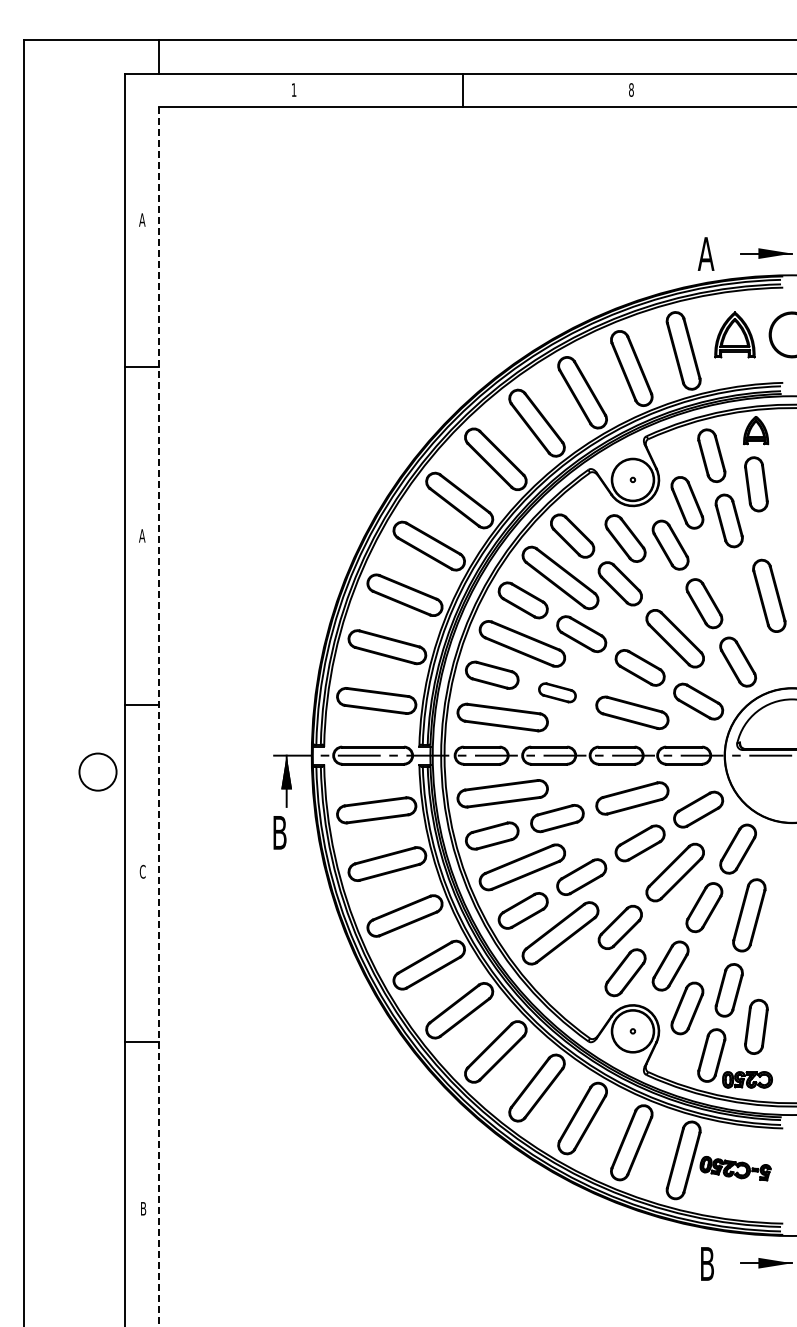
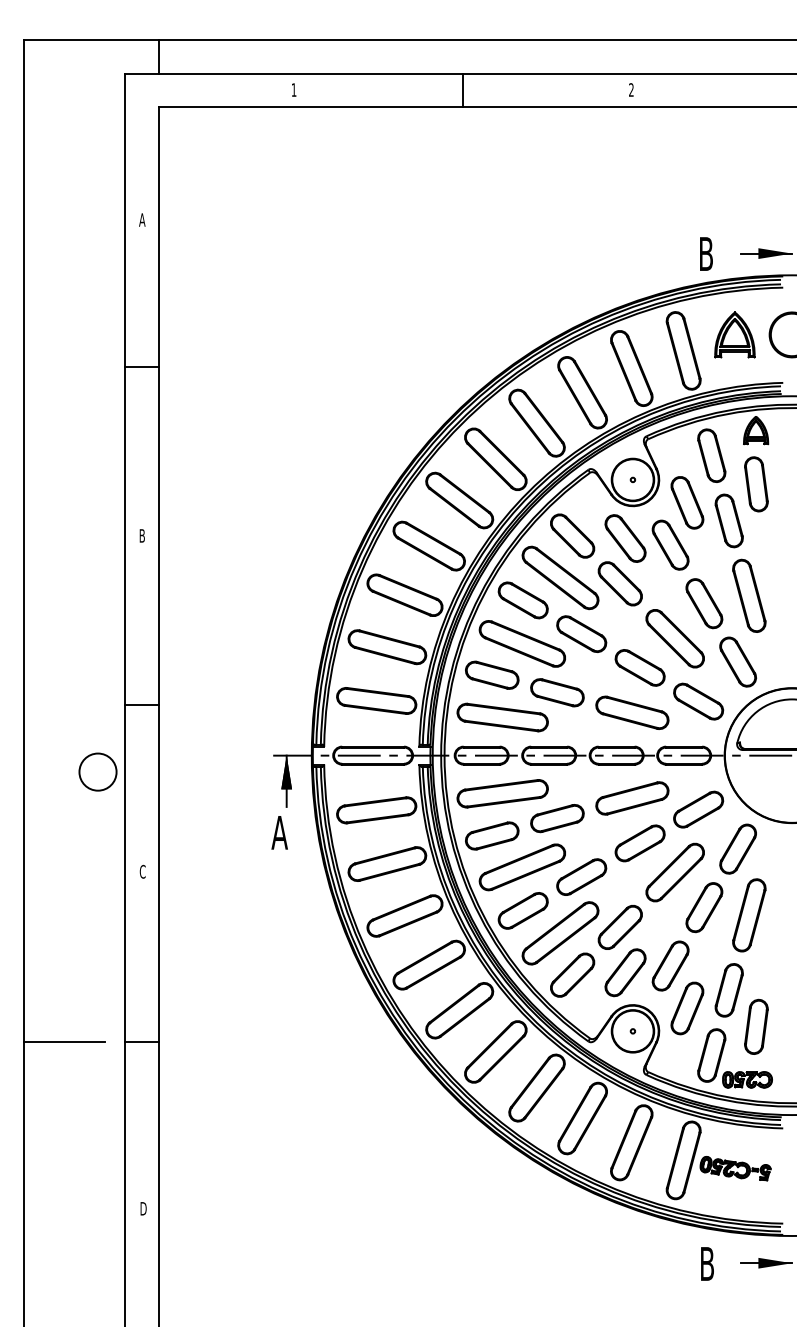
text at (631, 89): 8 -> 2
text at (705, 253): A -> B
text at (142, 535): A -> B
part at (769, 595) position: (769, 595) -> (749, 595)
part at (557, 692) size: 39x22 px -> 55x30 px
line at (158, 717): dashed -> solid
text at (279, 832): B -> A
part at (572, 974): none -> present
line at (63, 1042): none -> present
text at (143, 1208): B -> D
